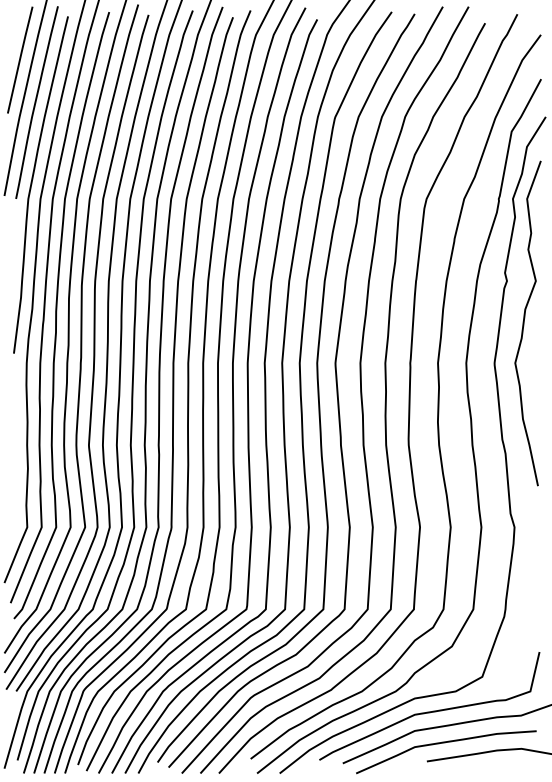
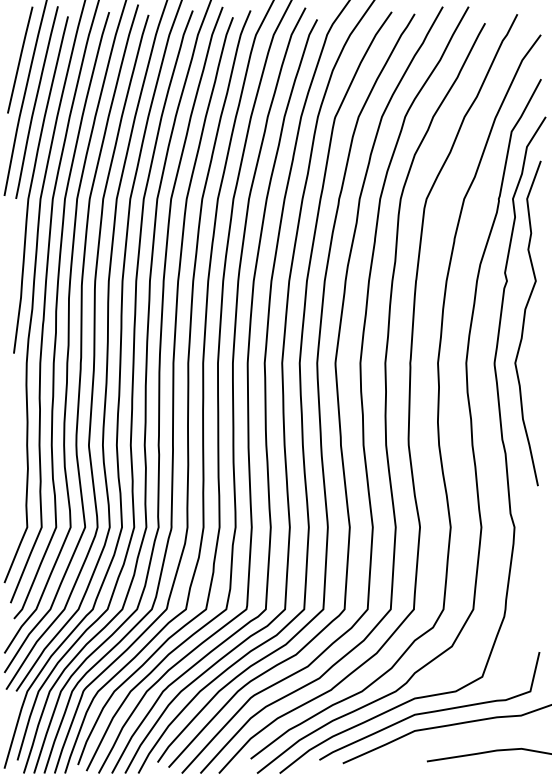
curve at (445, 743): present -> none
